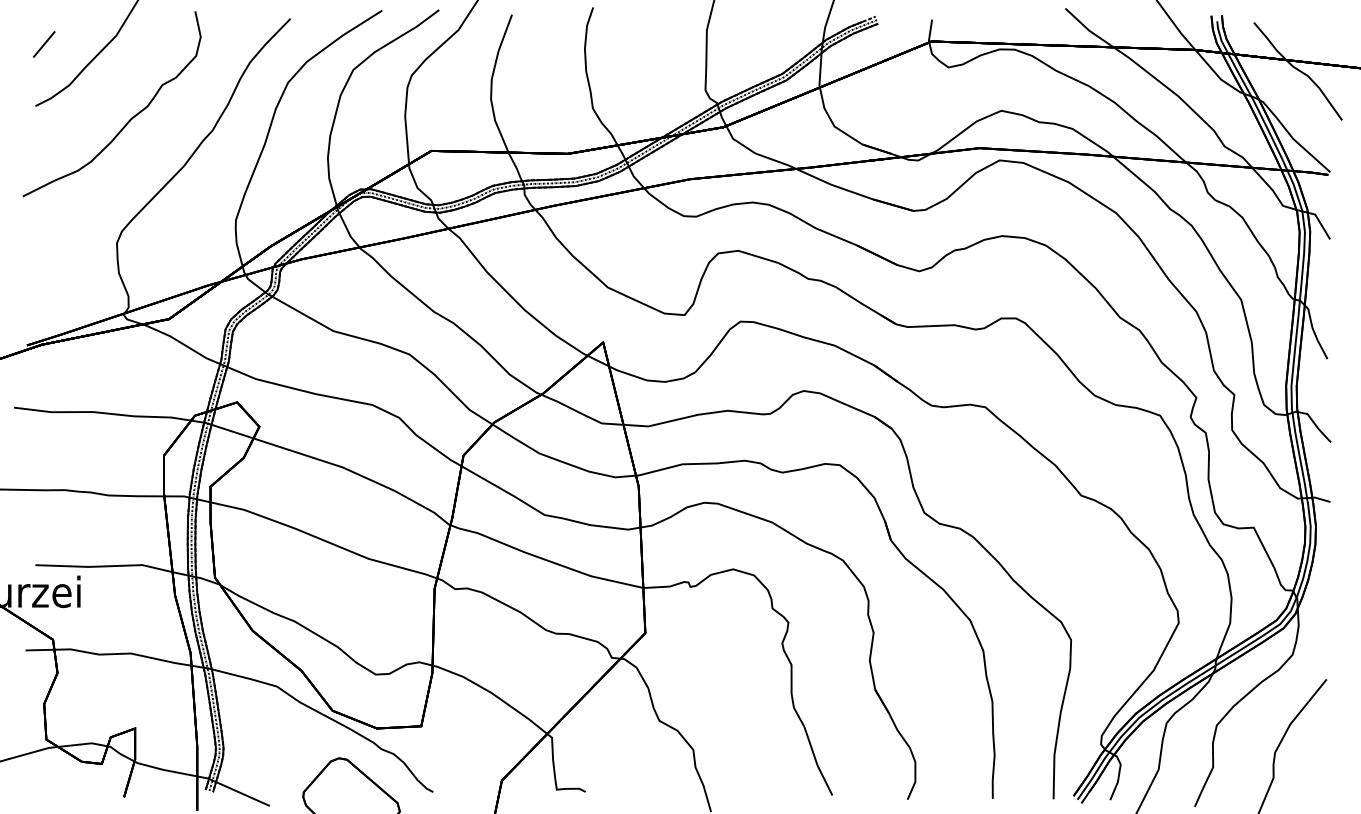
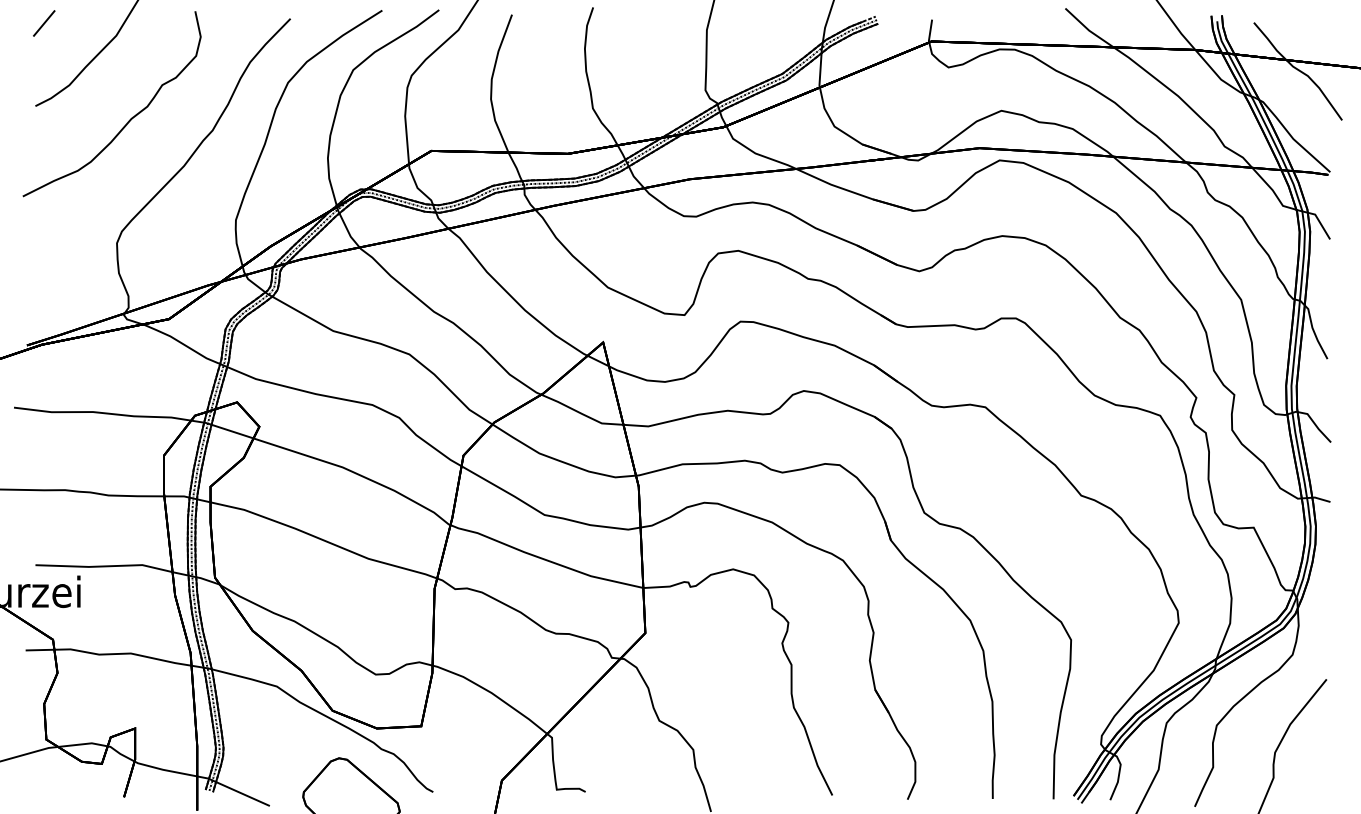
line at (44, 44) position: (44, 44) -> (44, 23)
